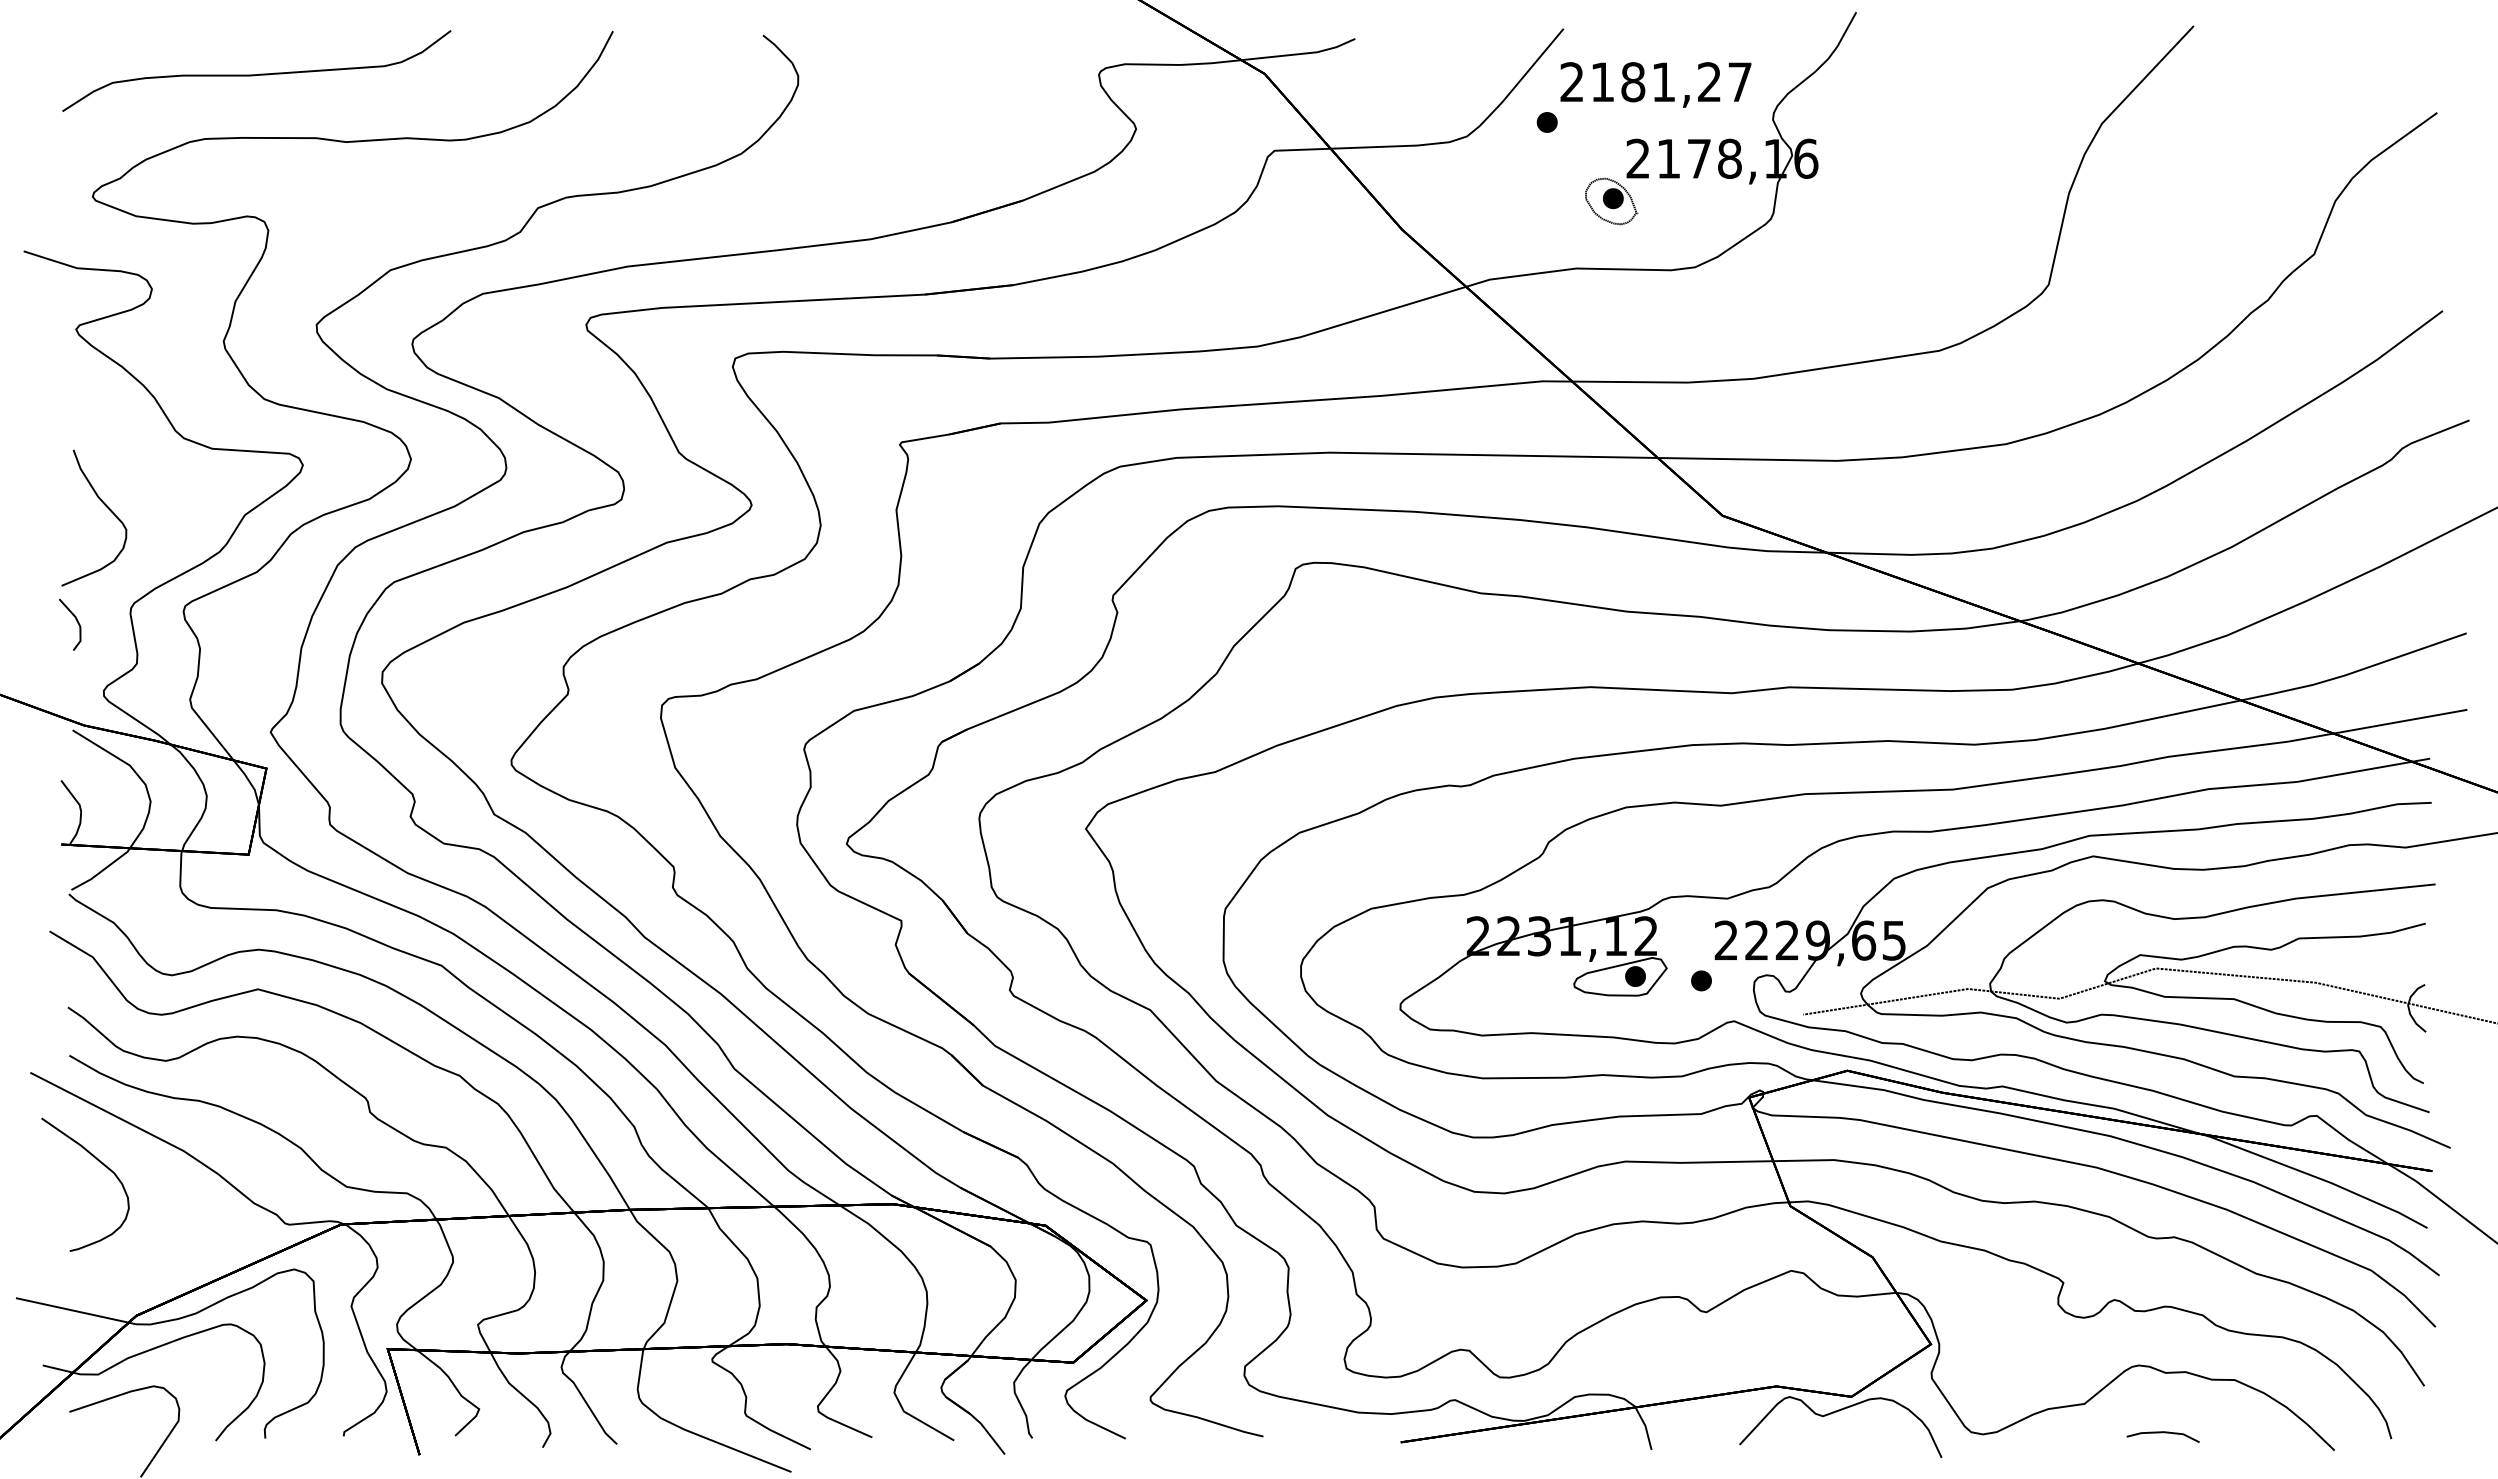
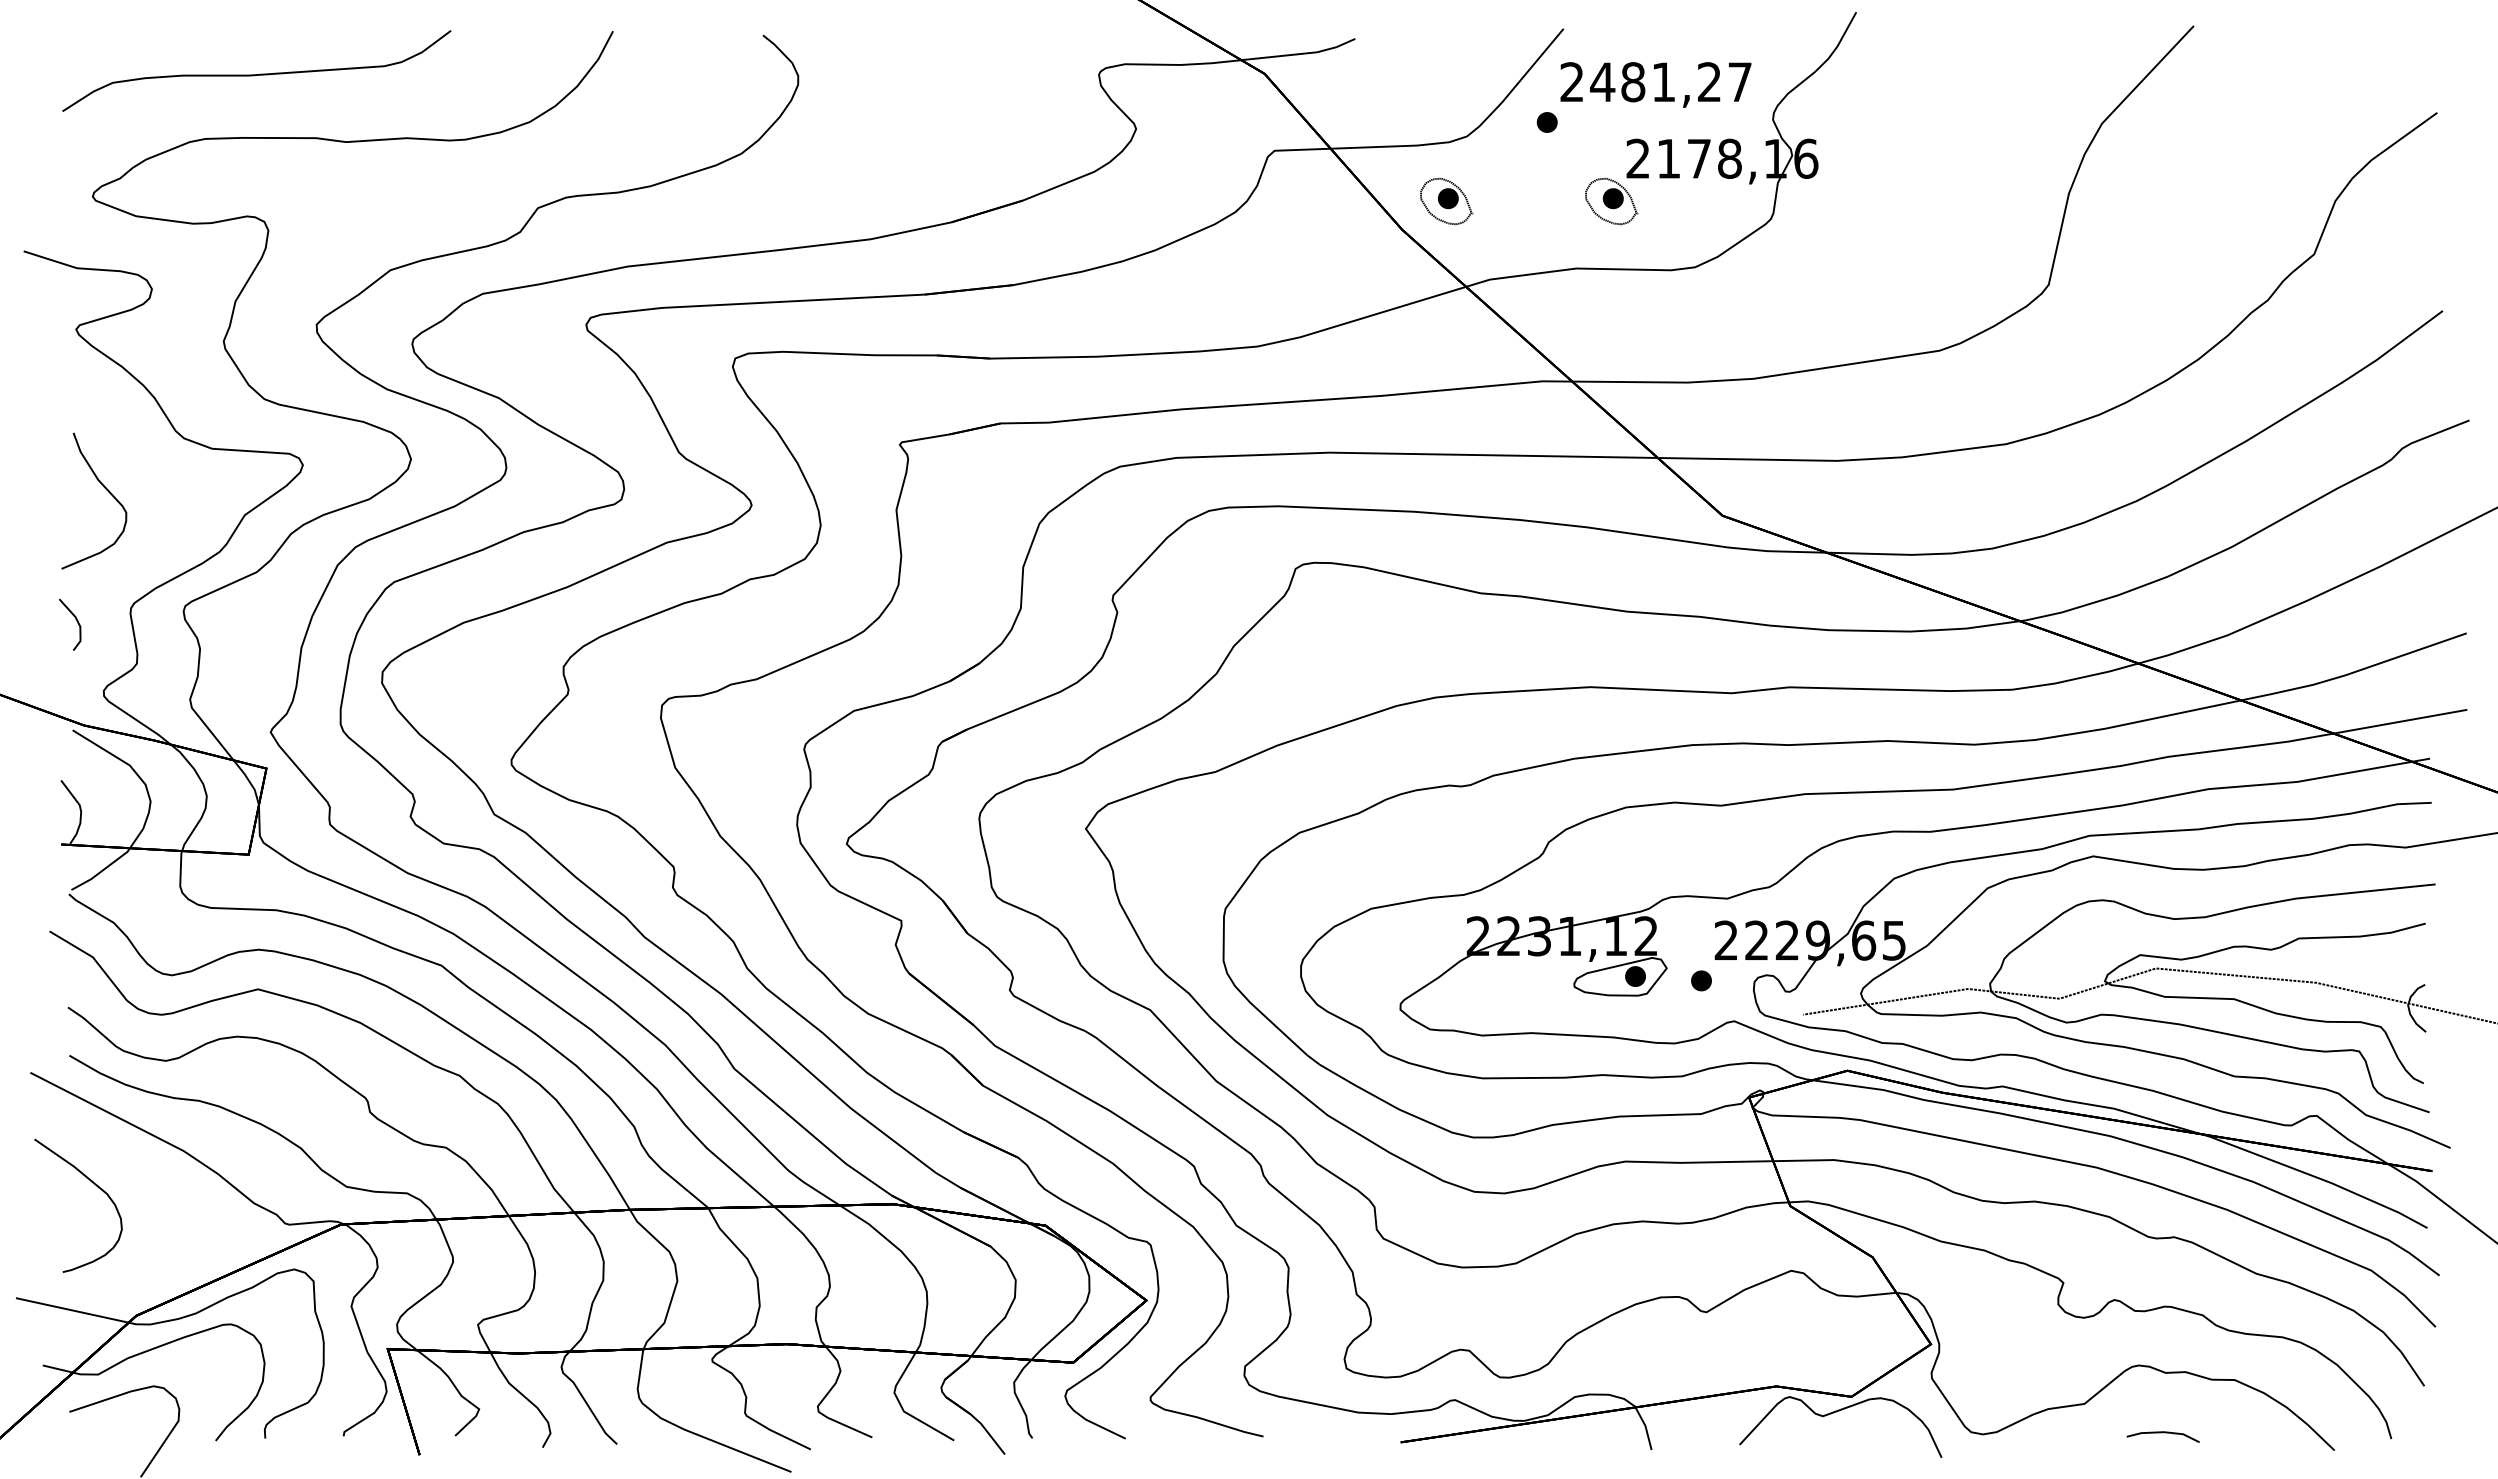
text at (1602, 81): 2181,27 -> 2481,27
part at (1446, 201): none -> present
curve at (105, 506) position: (105, 506) -> (105, 489)
curve at (99, 1162) position: (99, 1162) -> (92, 1183)
